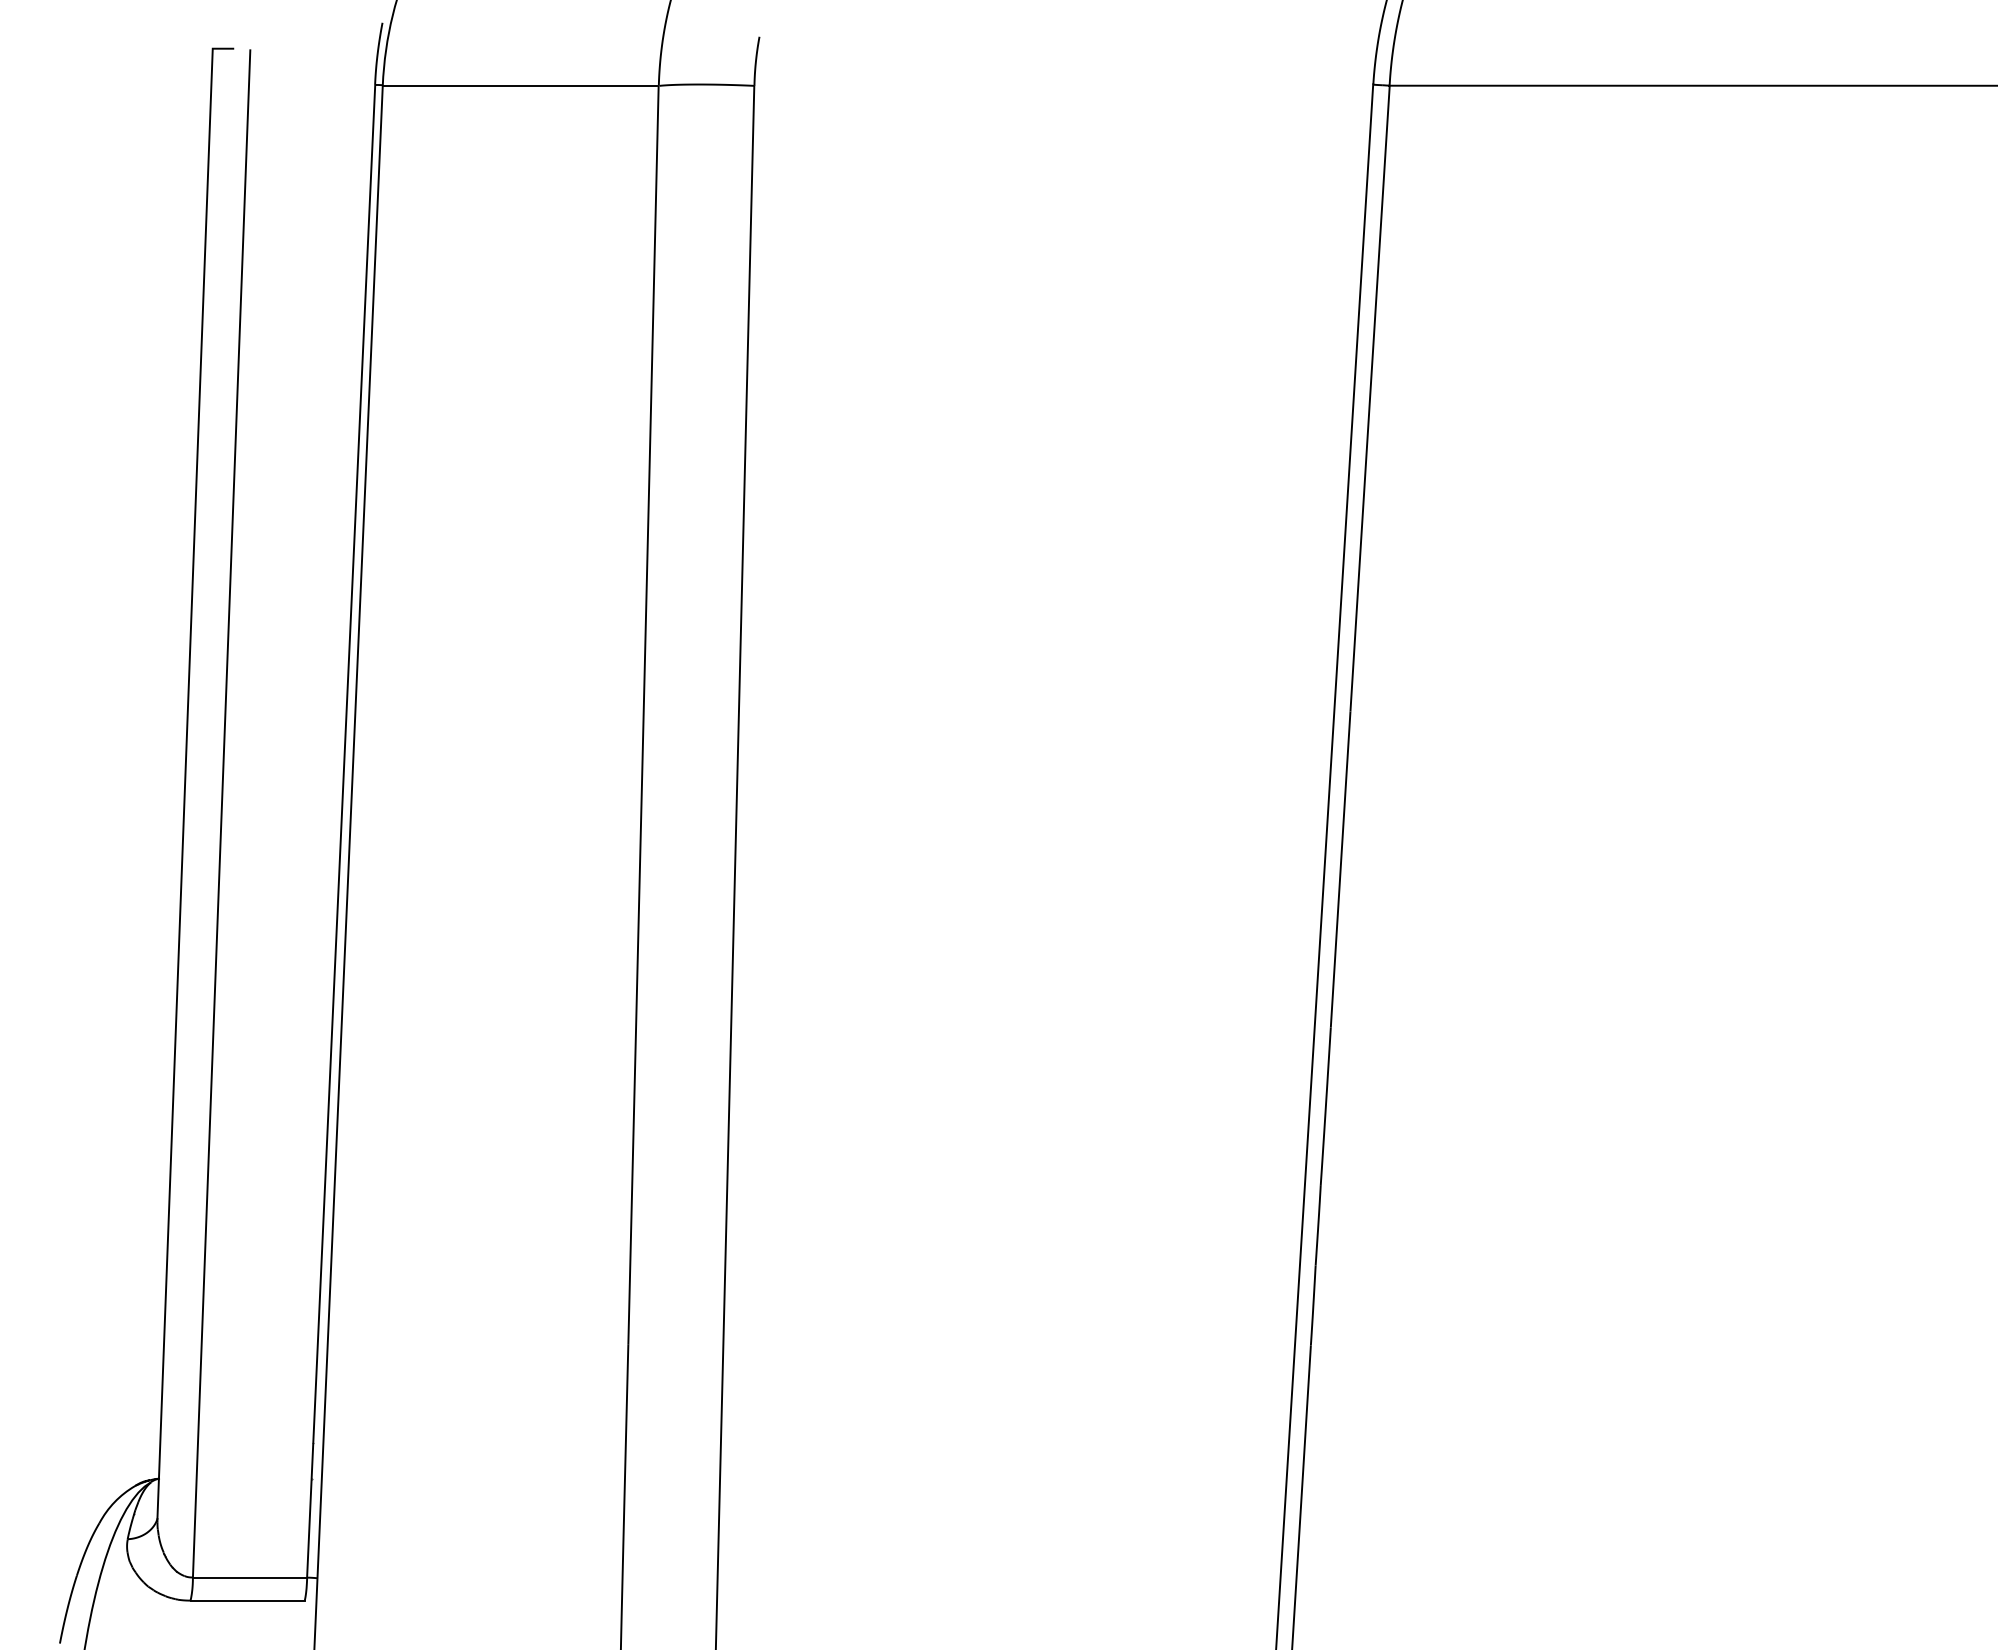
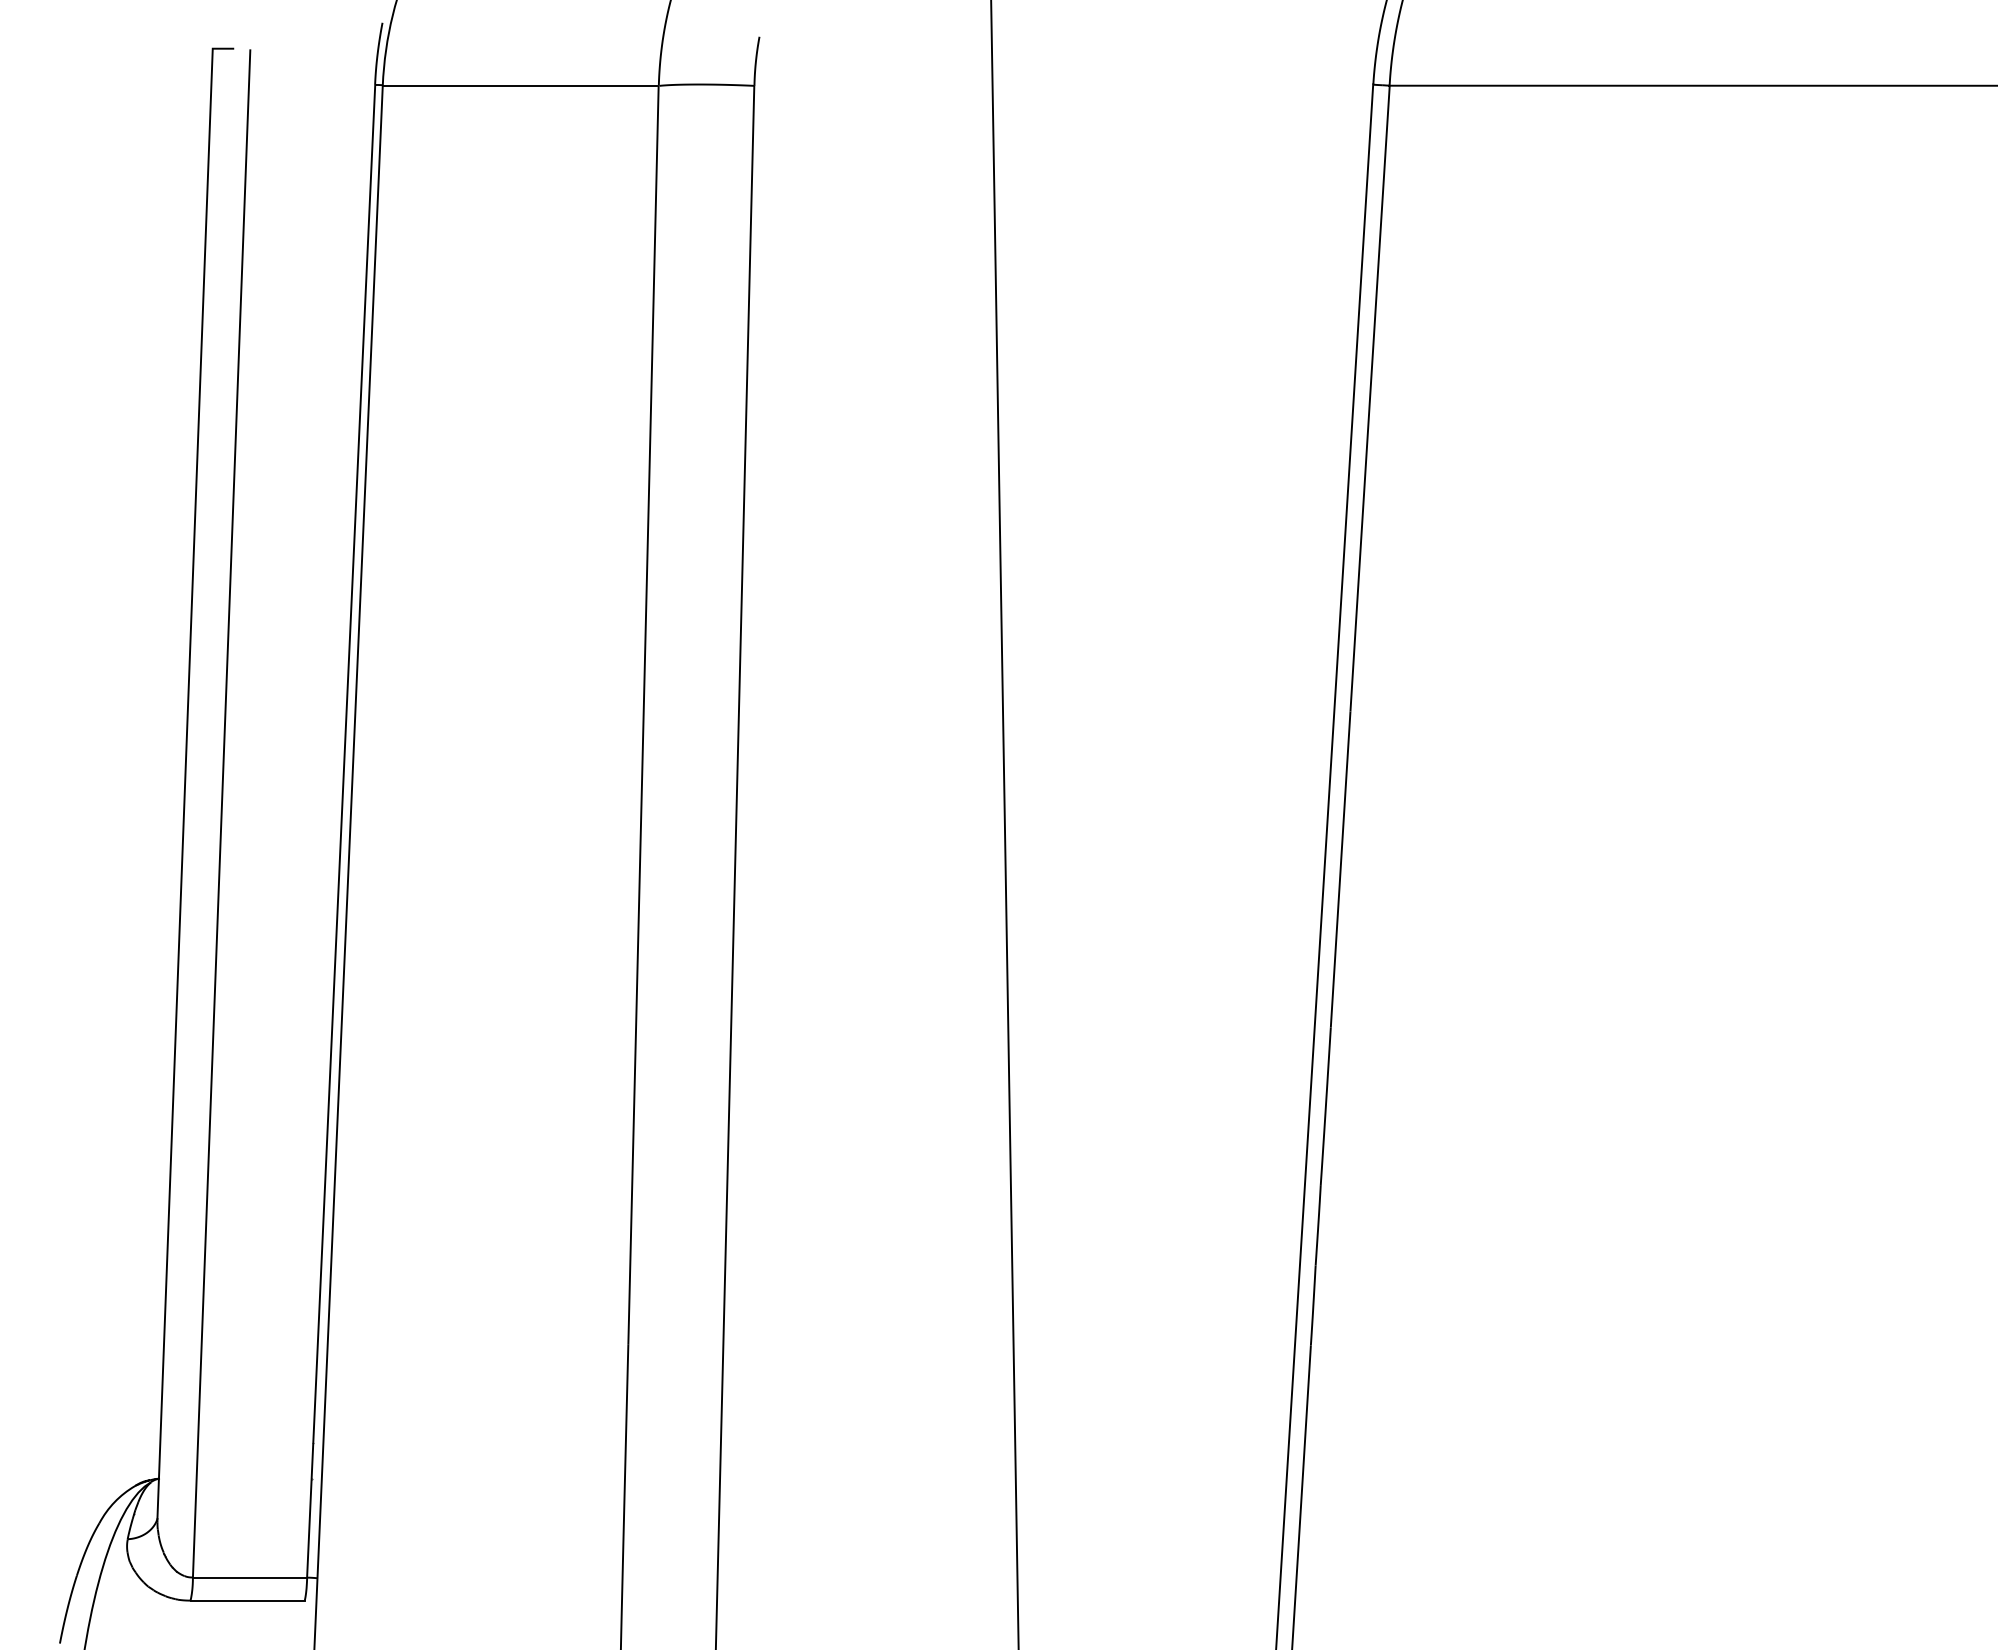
line at (1004, 824): none -> present
